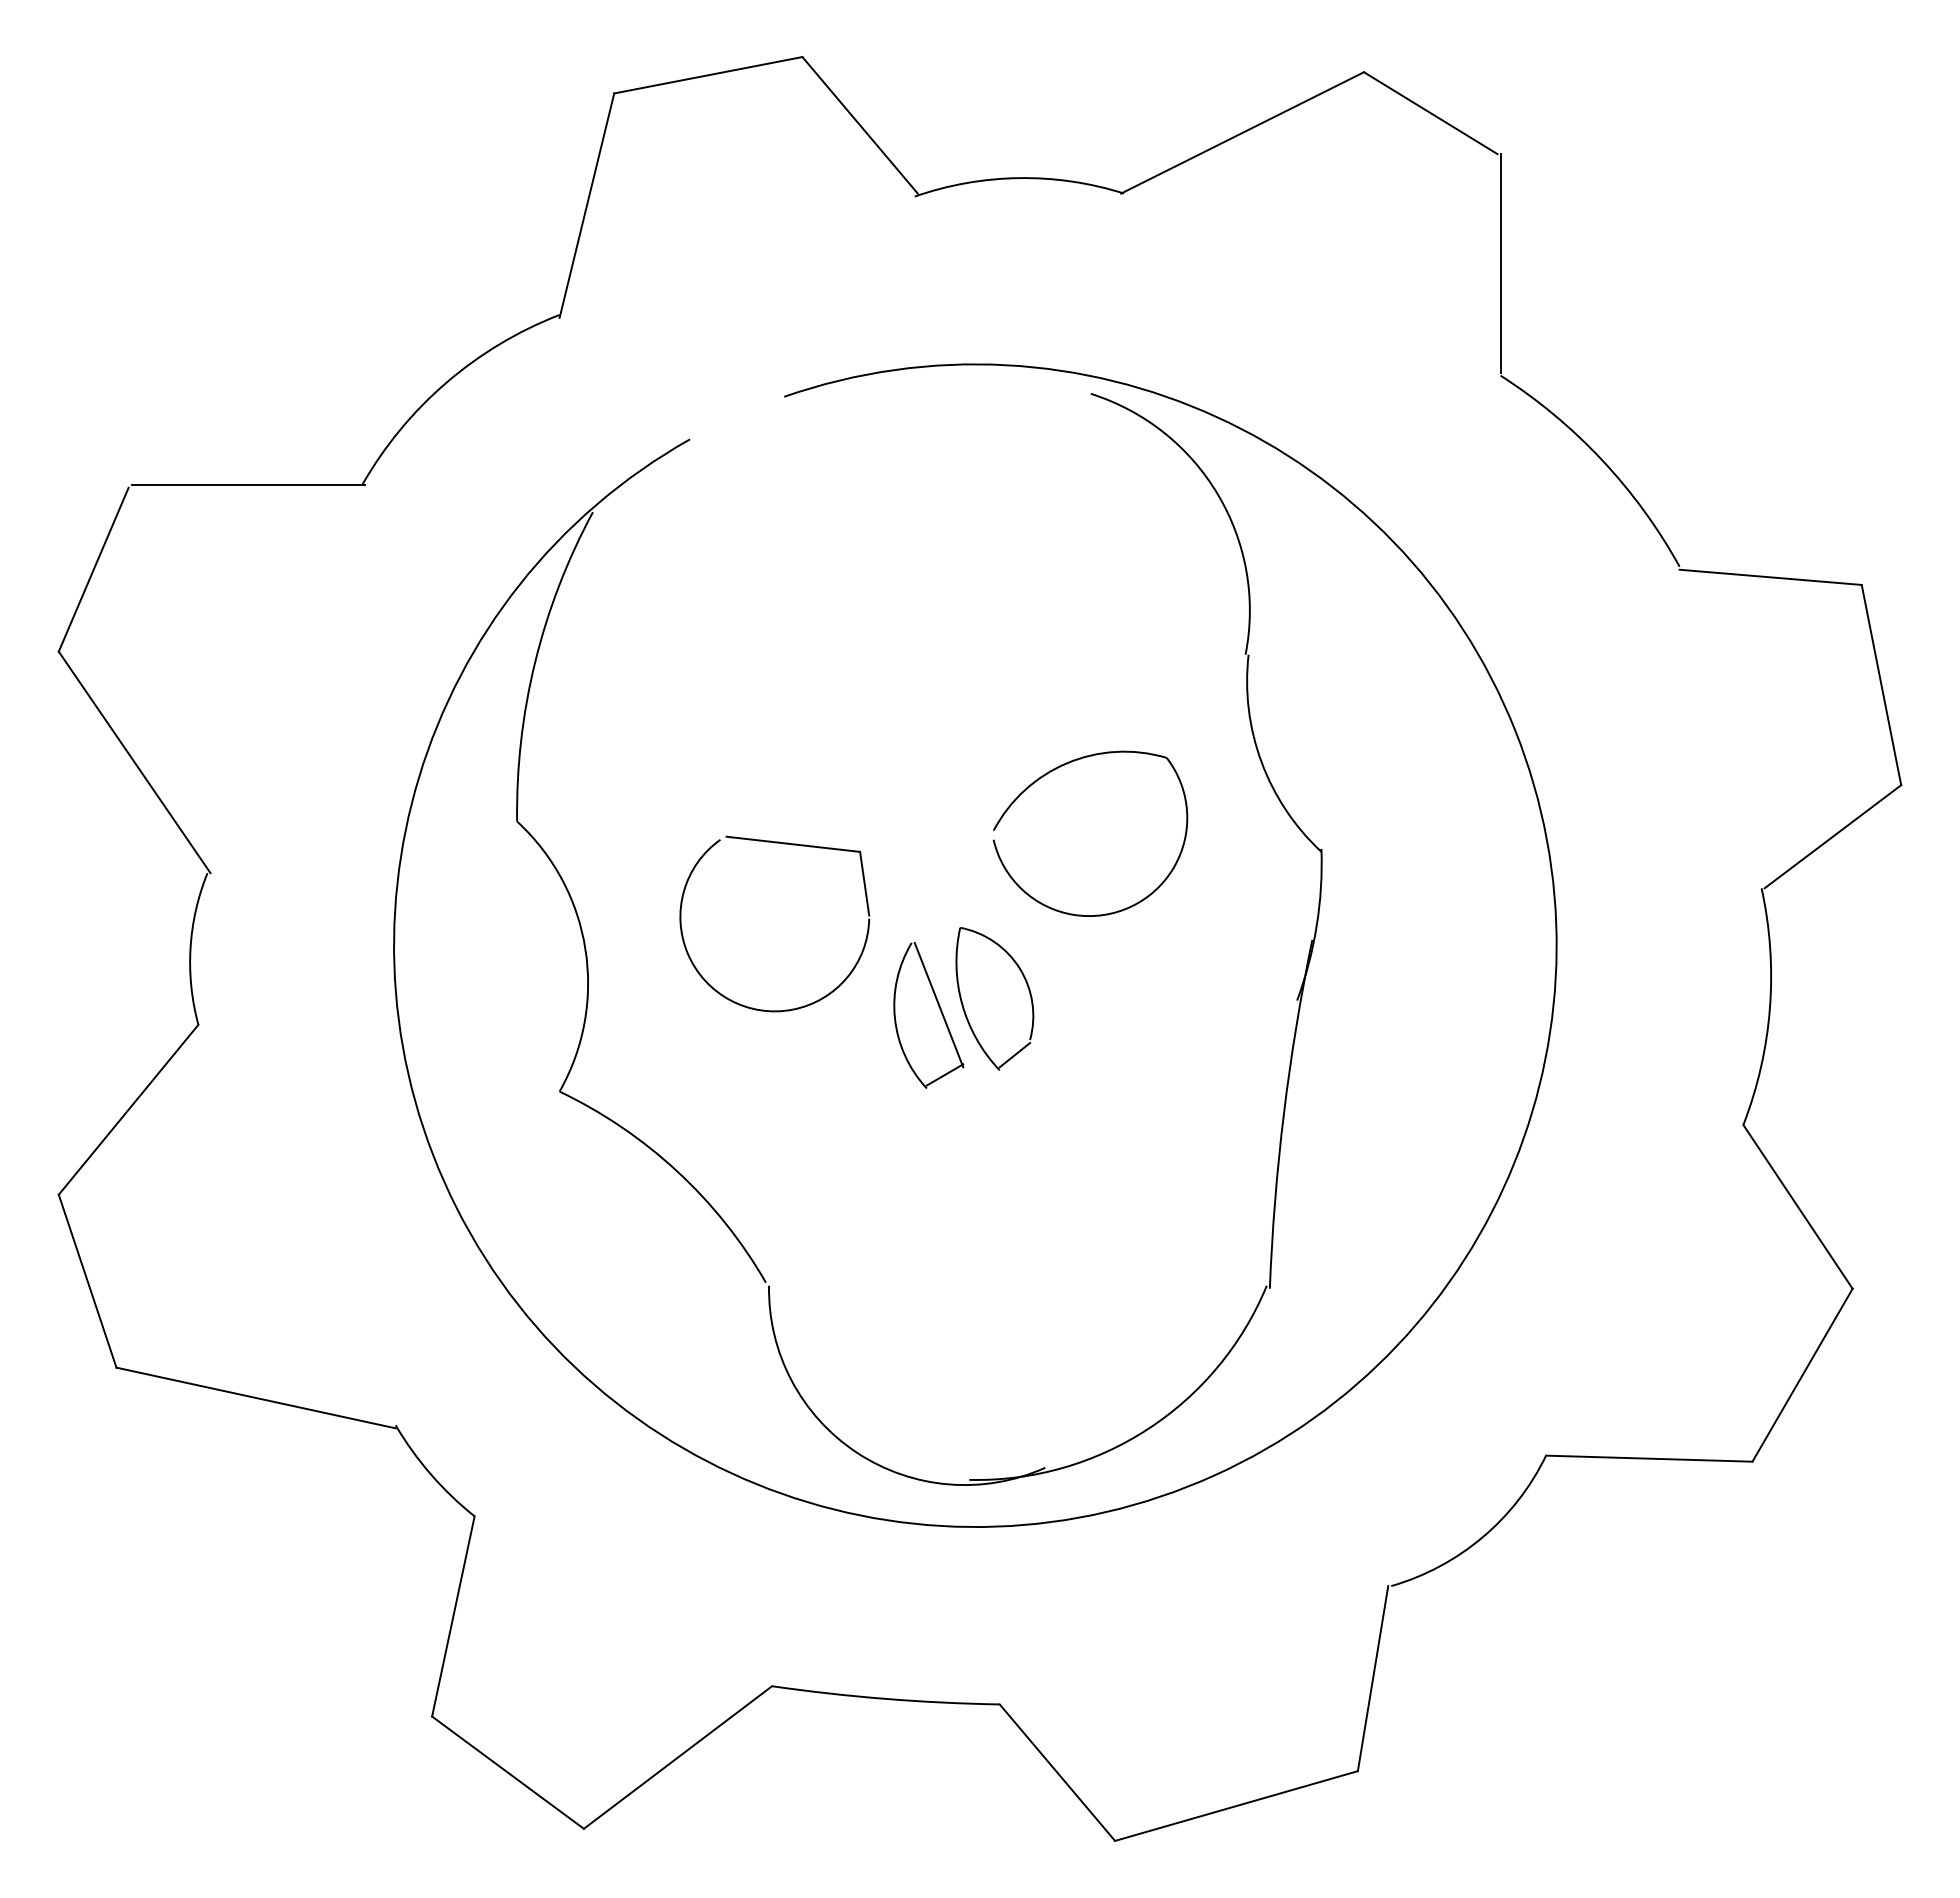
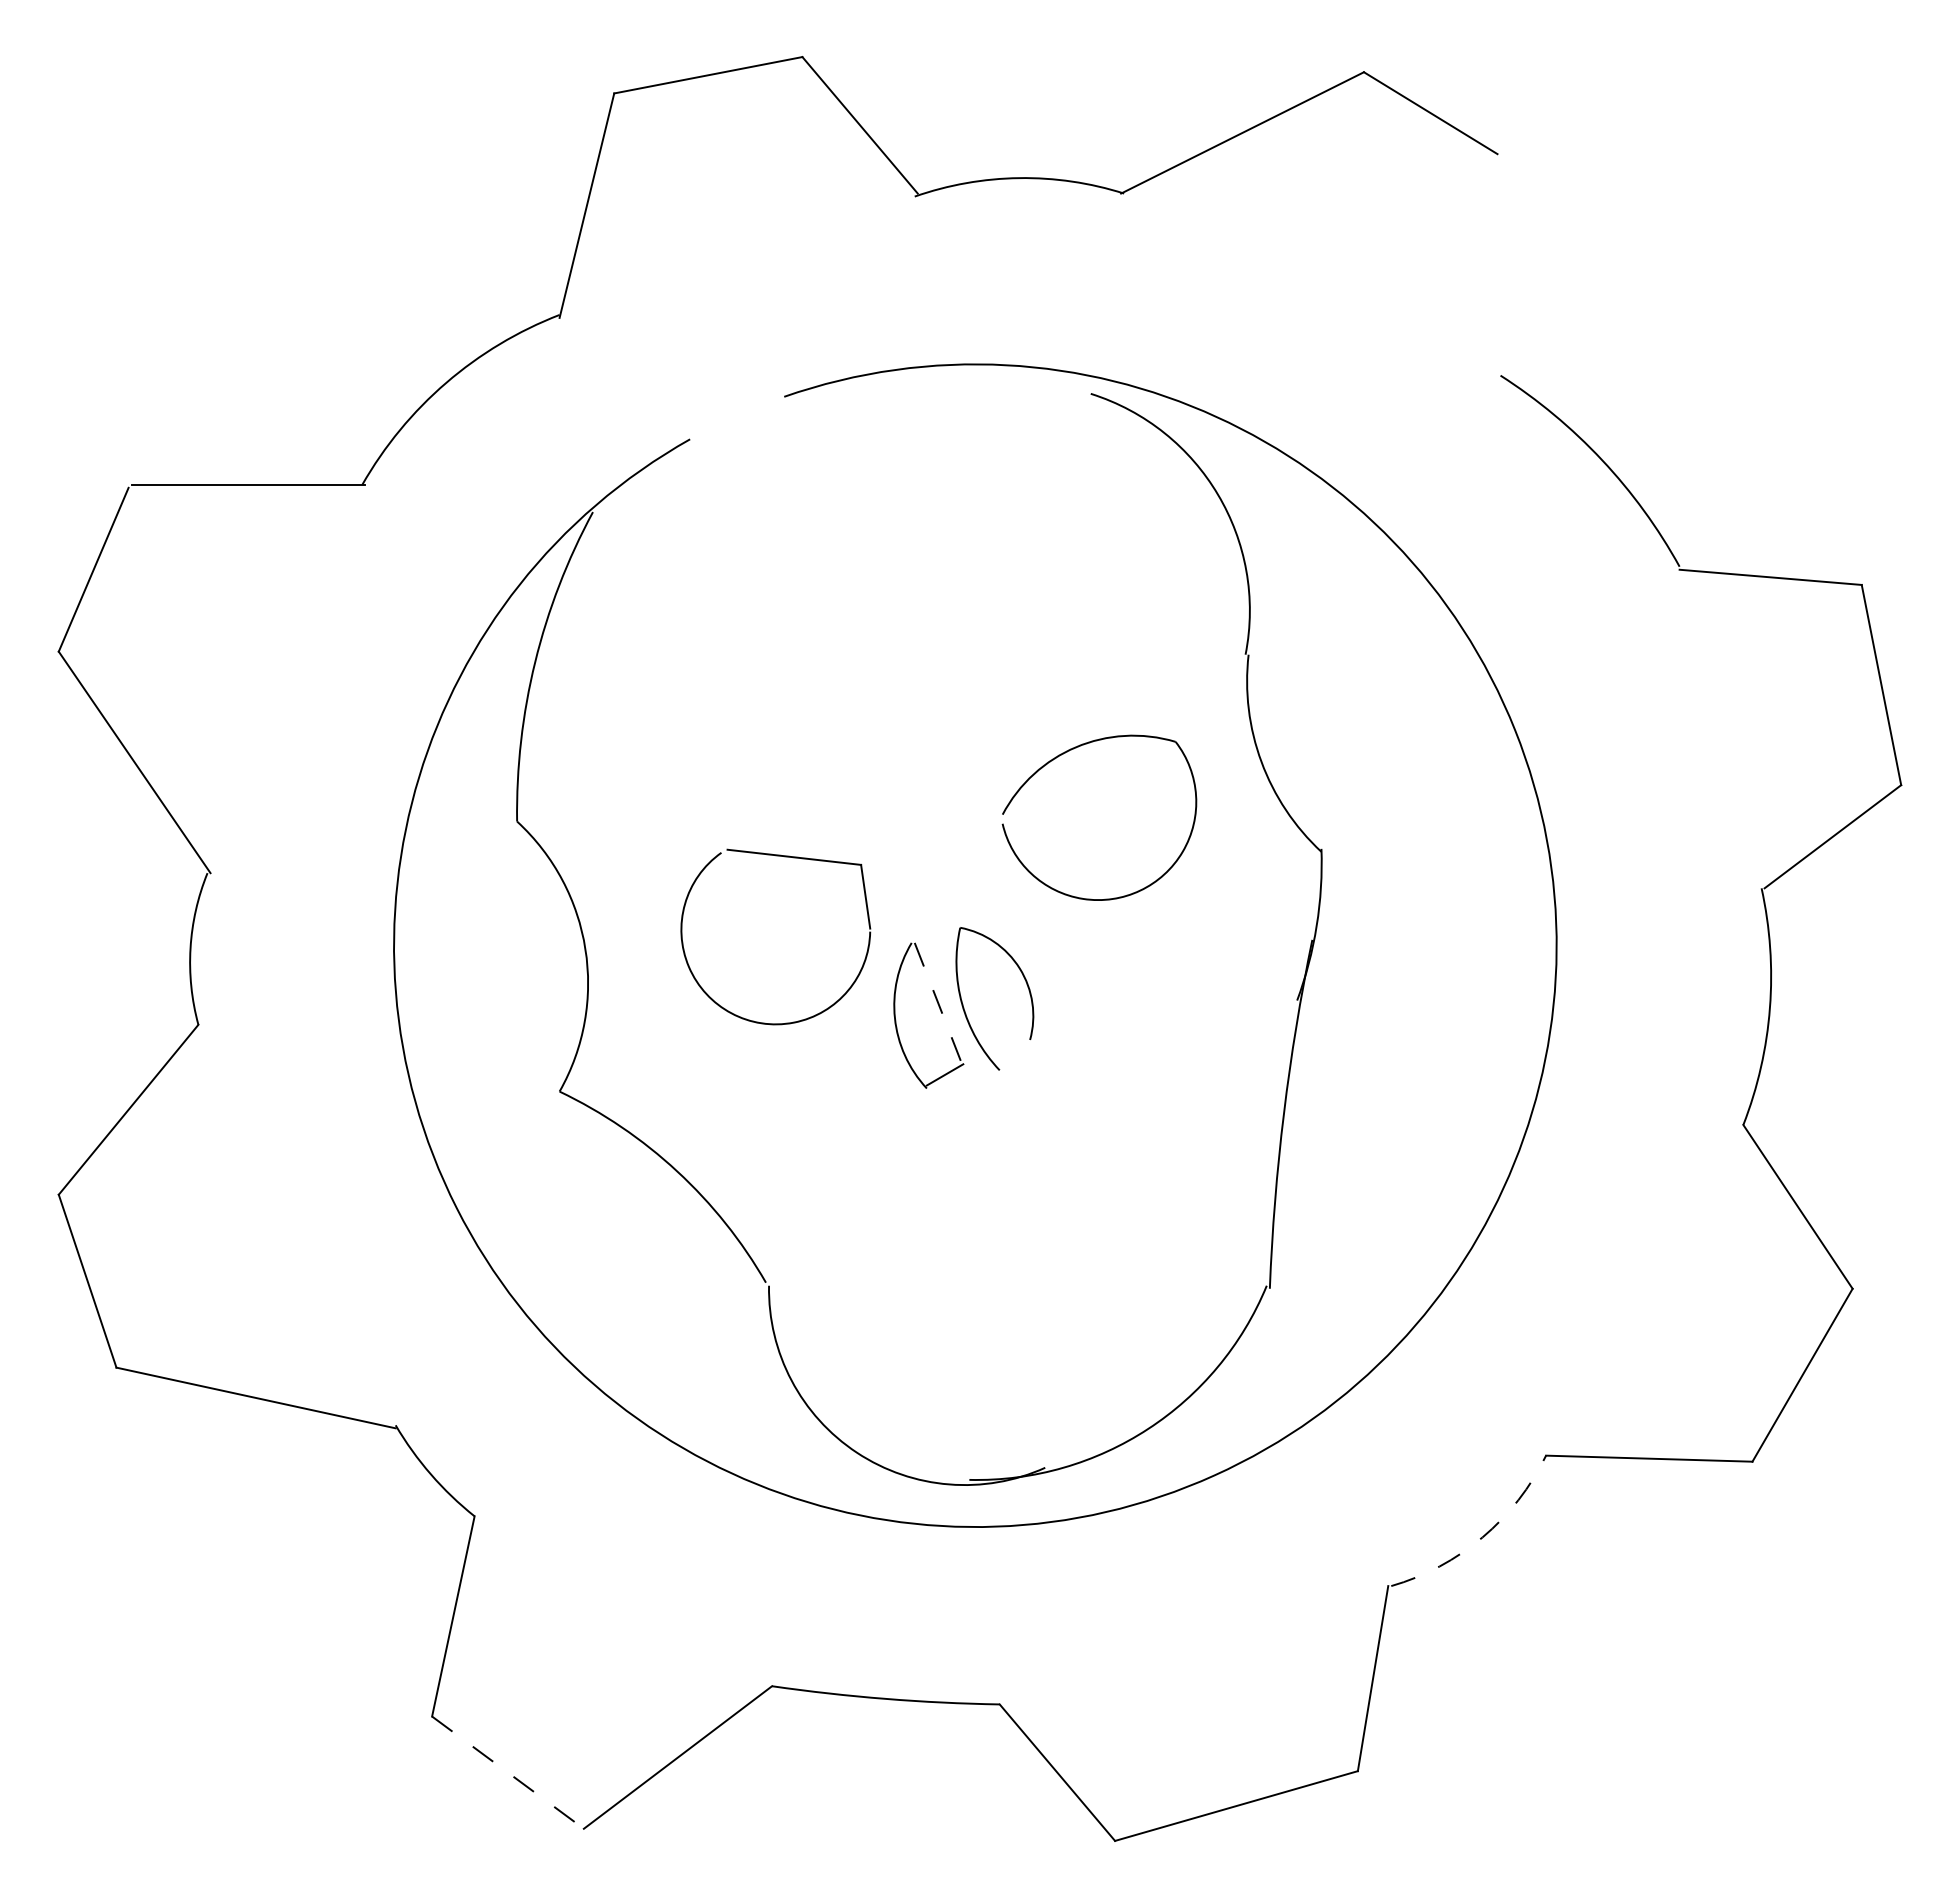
line at (1500, 263): present -> none
part at (1058, 768) position: (1058, 768) -> (1067, 752)
part at (783, 844) position: (783, 844) -> (784, 857)
line at (939, 1005): solid -> dashed
line at (1014, 1055): present -> none
arc at (1482, 1537): solid -> dashed
line at (508, 1772): solid -> dashed
